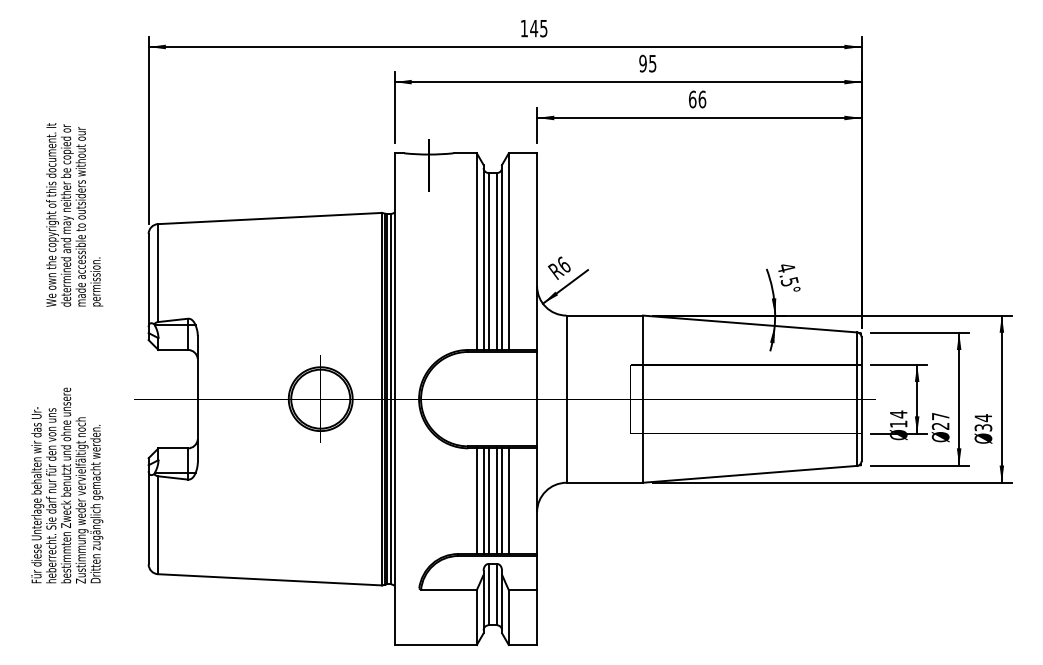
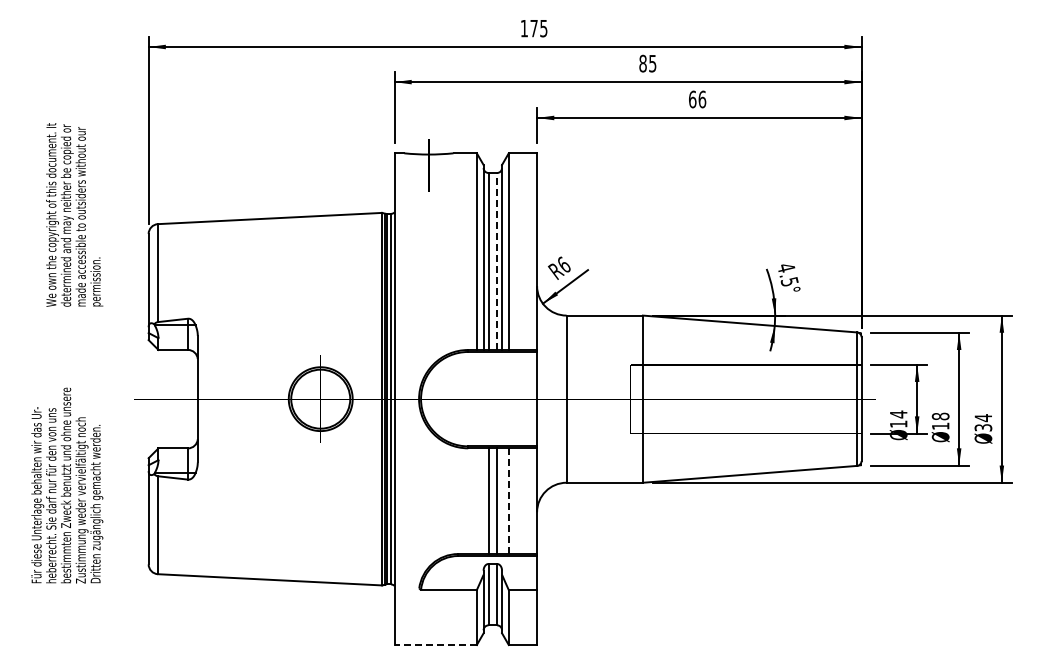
text at (534, 28): 145 -> 175
text at (642, 63): 95 -> 85
line at (497, 261): solid -> dashed
text at (940, 420): 27 -> 18
line at (476, 501): present -> none
line at (483, 501): present -> none
line at (502, 501): present -> none
line at (508, 501): solid -> dashed
line at (435, 645): solid -> dashed
